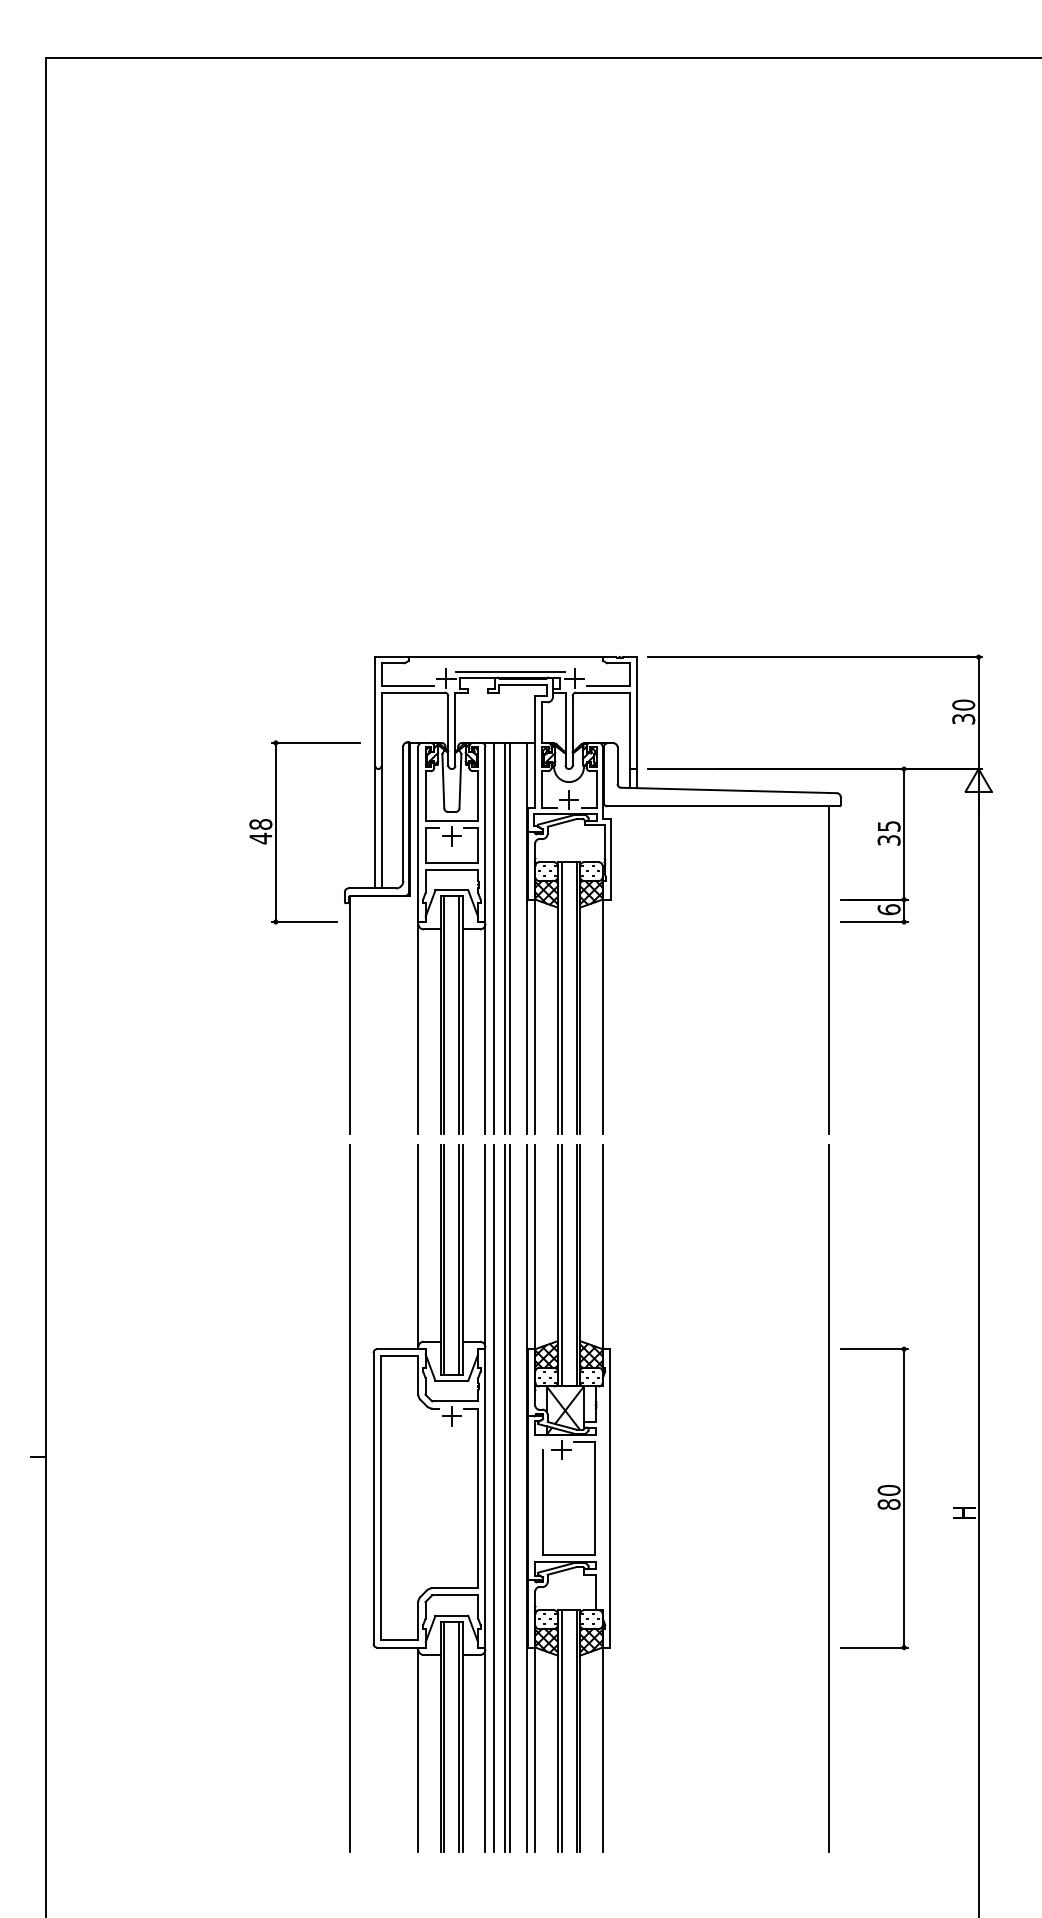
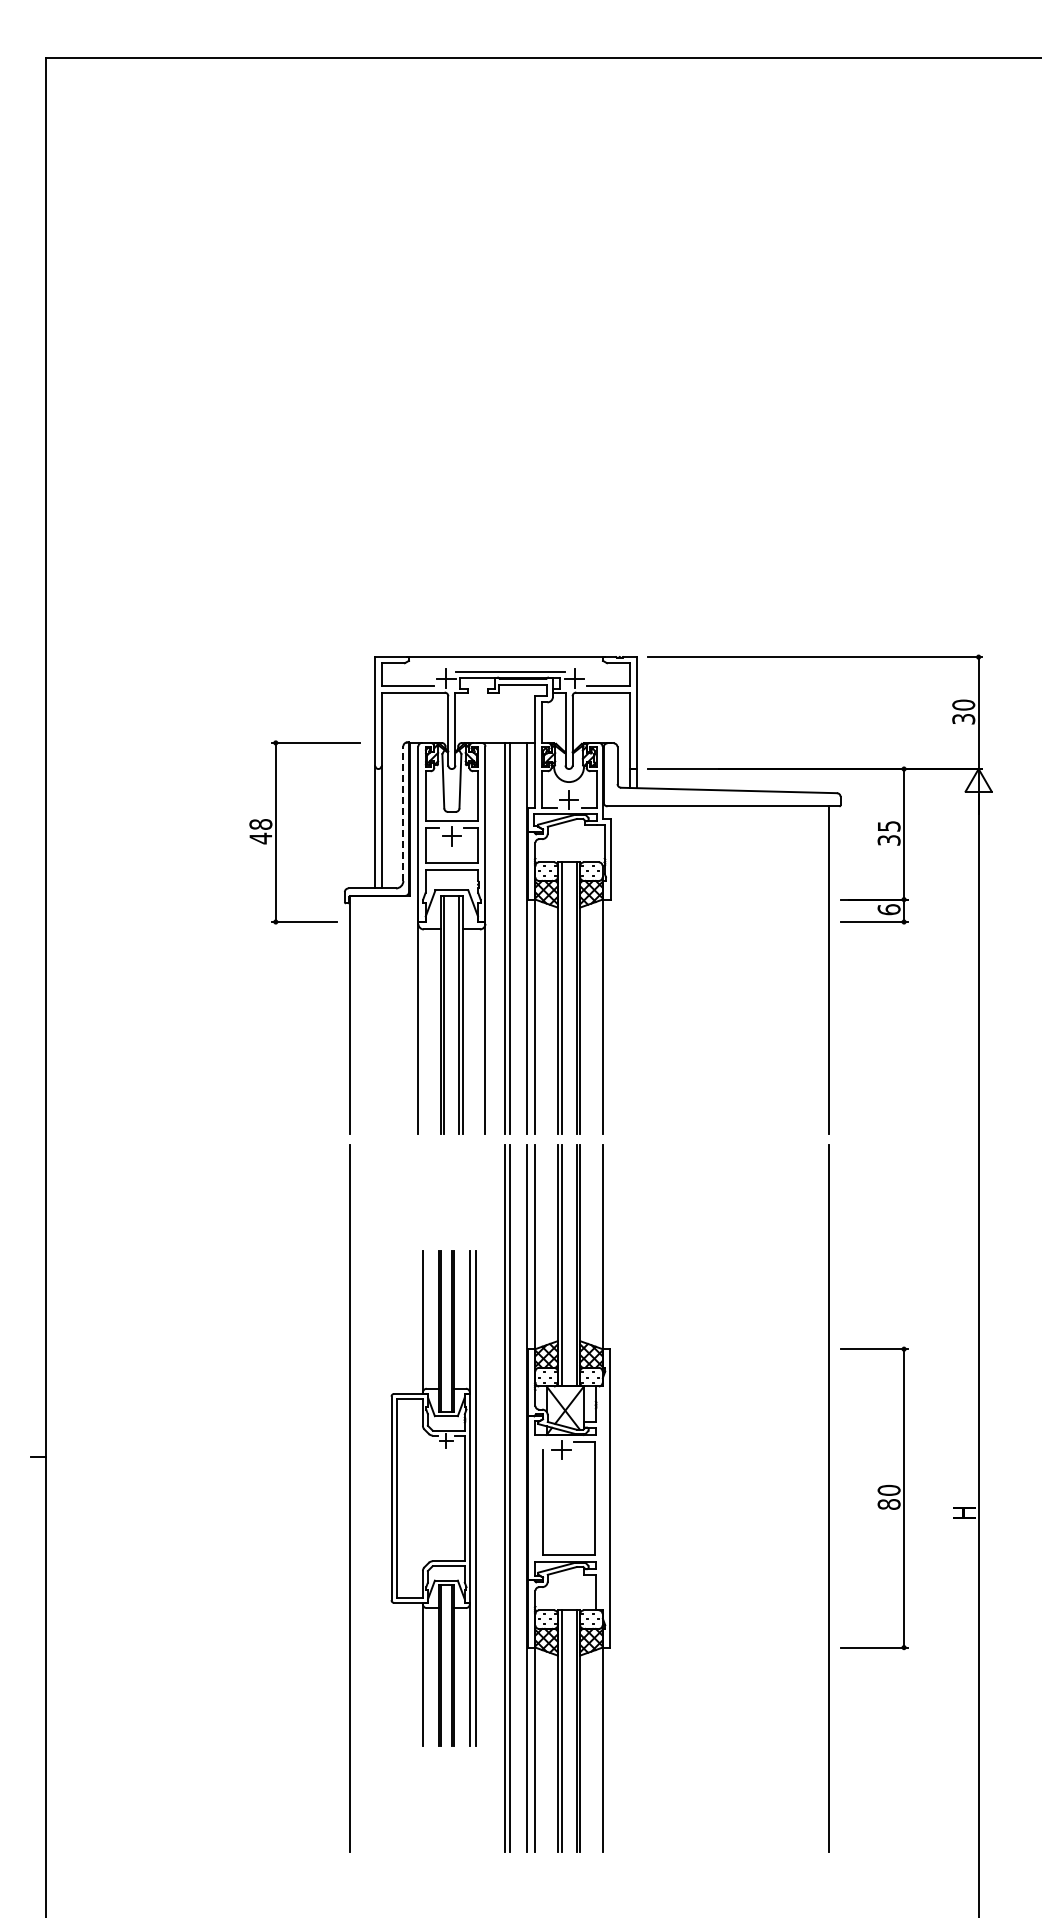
line at (403, 813): solid -> dashed
line at (493, 937): present -> none
part at (433, 1498) size: 123x709 px -> 87x497 px
